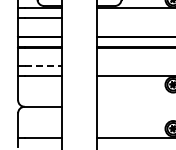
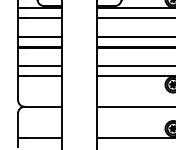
line at (134, 17): none -> present
line at (43, 66): dashed -> solid
line at (134, 66): none -> present
line at (134, 106): none -> present
